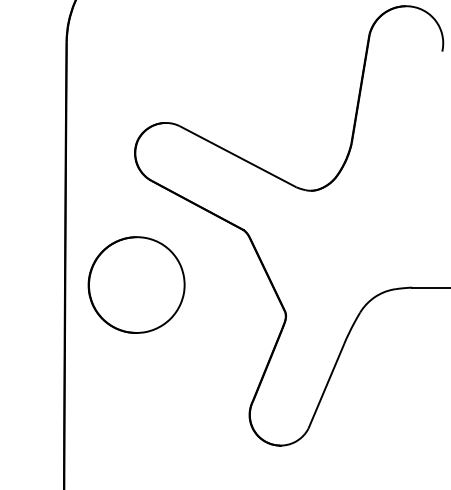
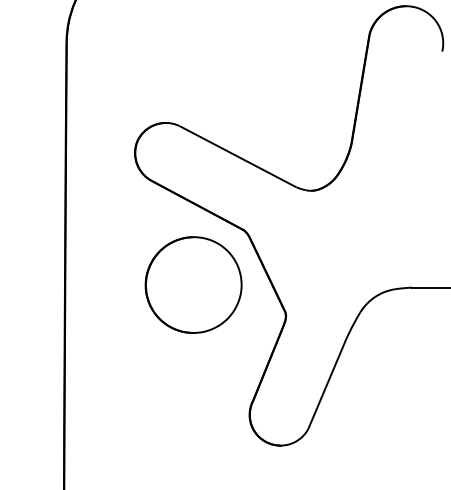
part at (136, 284) position: (136, 284) -> (193, 284)
